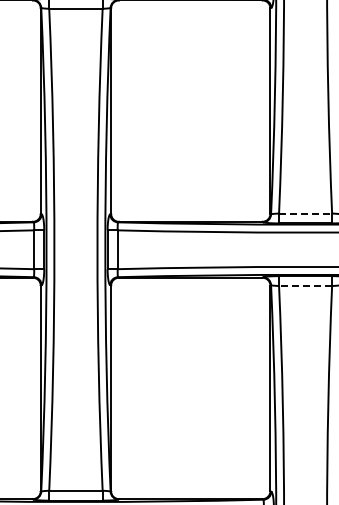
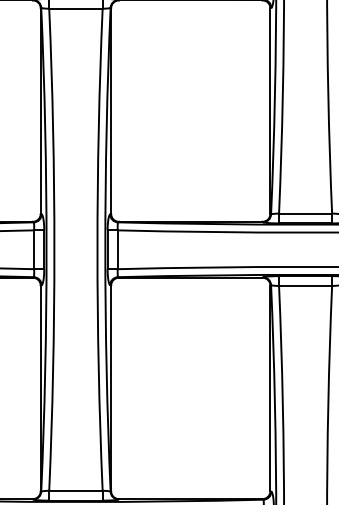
line at (305, 213): dashed -> solid
line at (305, 286): dashed -> solid
